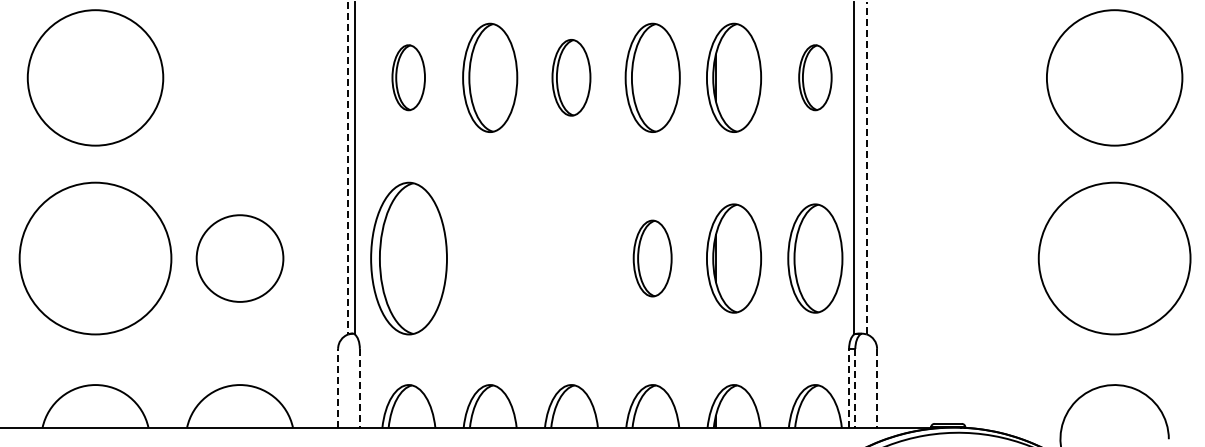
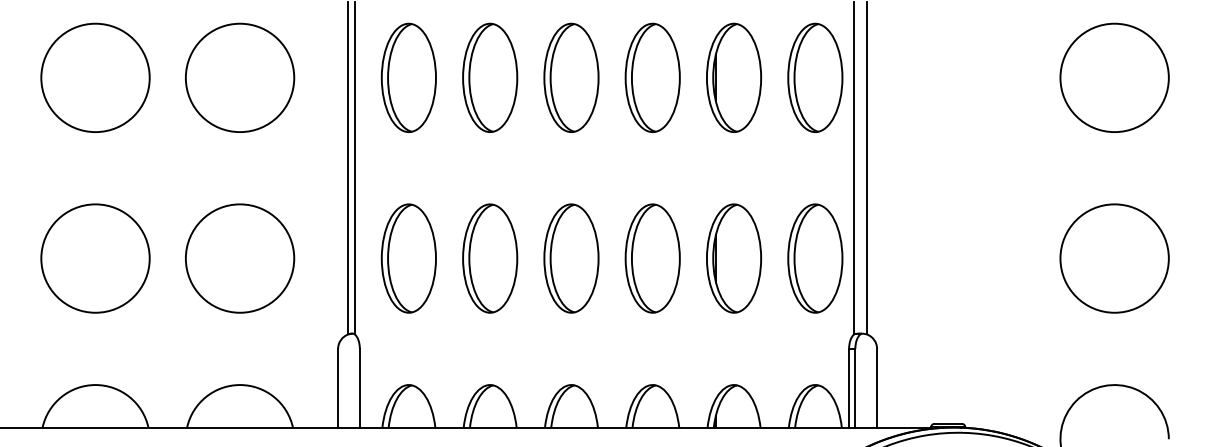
circle at (95, 77) diameter: 135 px -> 108 px
circle at (240, 77): none -> present
part at (408, 77) size: 35x68 px -> 57x111 px
part at (571, 77) size: 41x78 px -> 57x111 px
part at (815, 77) size: 35x68 px -> 57x111 px
circle at (1114, 77) diameter: 135 px -> 108 px
line at (866, 167): dashed -> solid
line at (348, 168): dashed -> solid
circle at (95, 258) diameter: 152 px -> 108 px
circle at (239, 258) diameter: 87 px -> 108 px
part at (408, 258) size: 78x155 px -> 57x111 px
part at (490, 258): none -> present
part at (571, 258): none -> present
part at (652, 258) size: 41x79 px -> 57x111 px
circle at (1114, 258) diameter: 152 px -> 108 px
line at (338, 387): dashed -> solid
line at (849, 387): dashed -> solid
line at (359, 388): dashed -> solid
line at (855, 388): dashed -> solid
line at (877, 388): dashed -> solid
